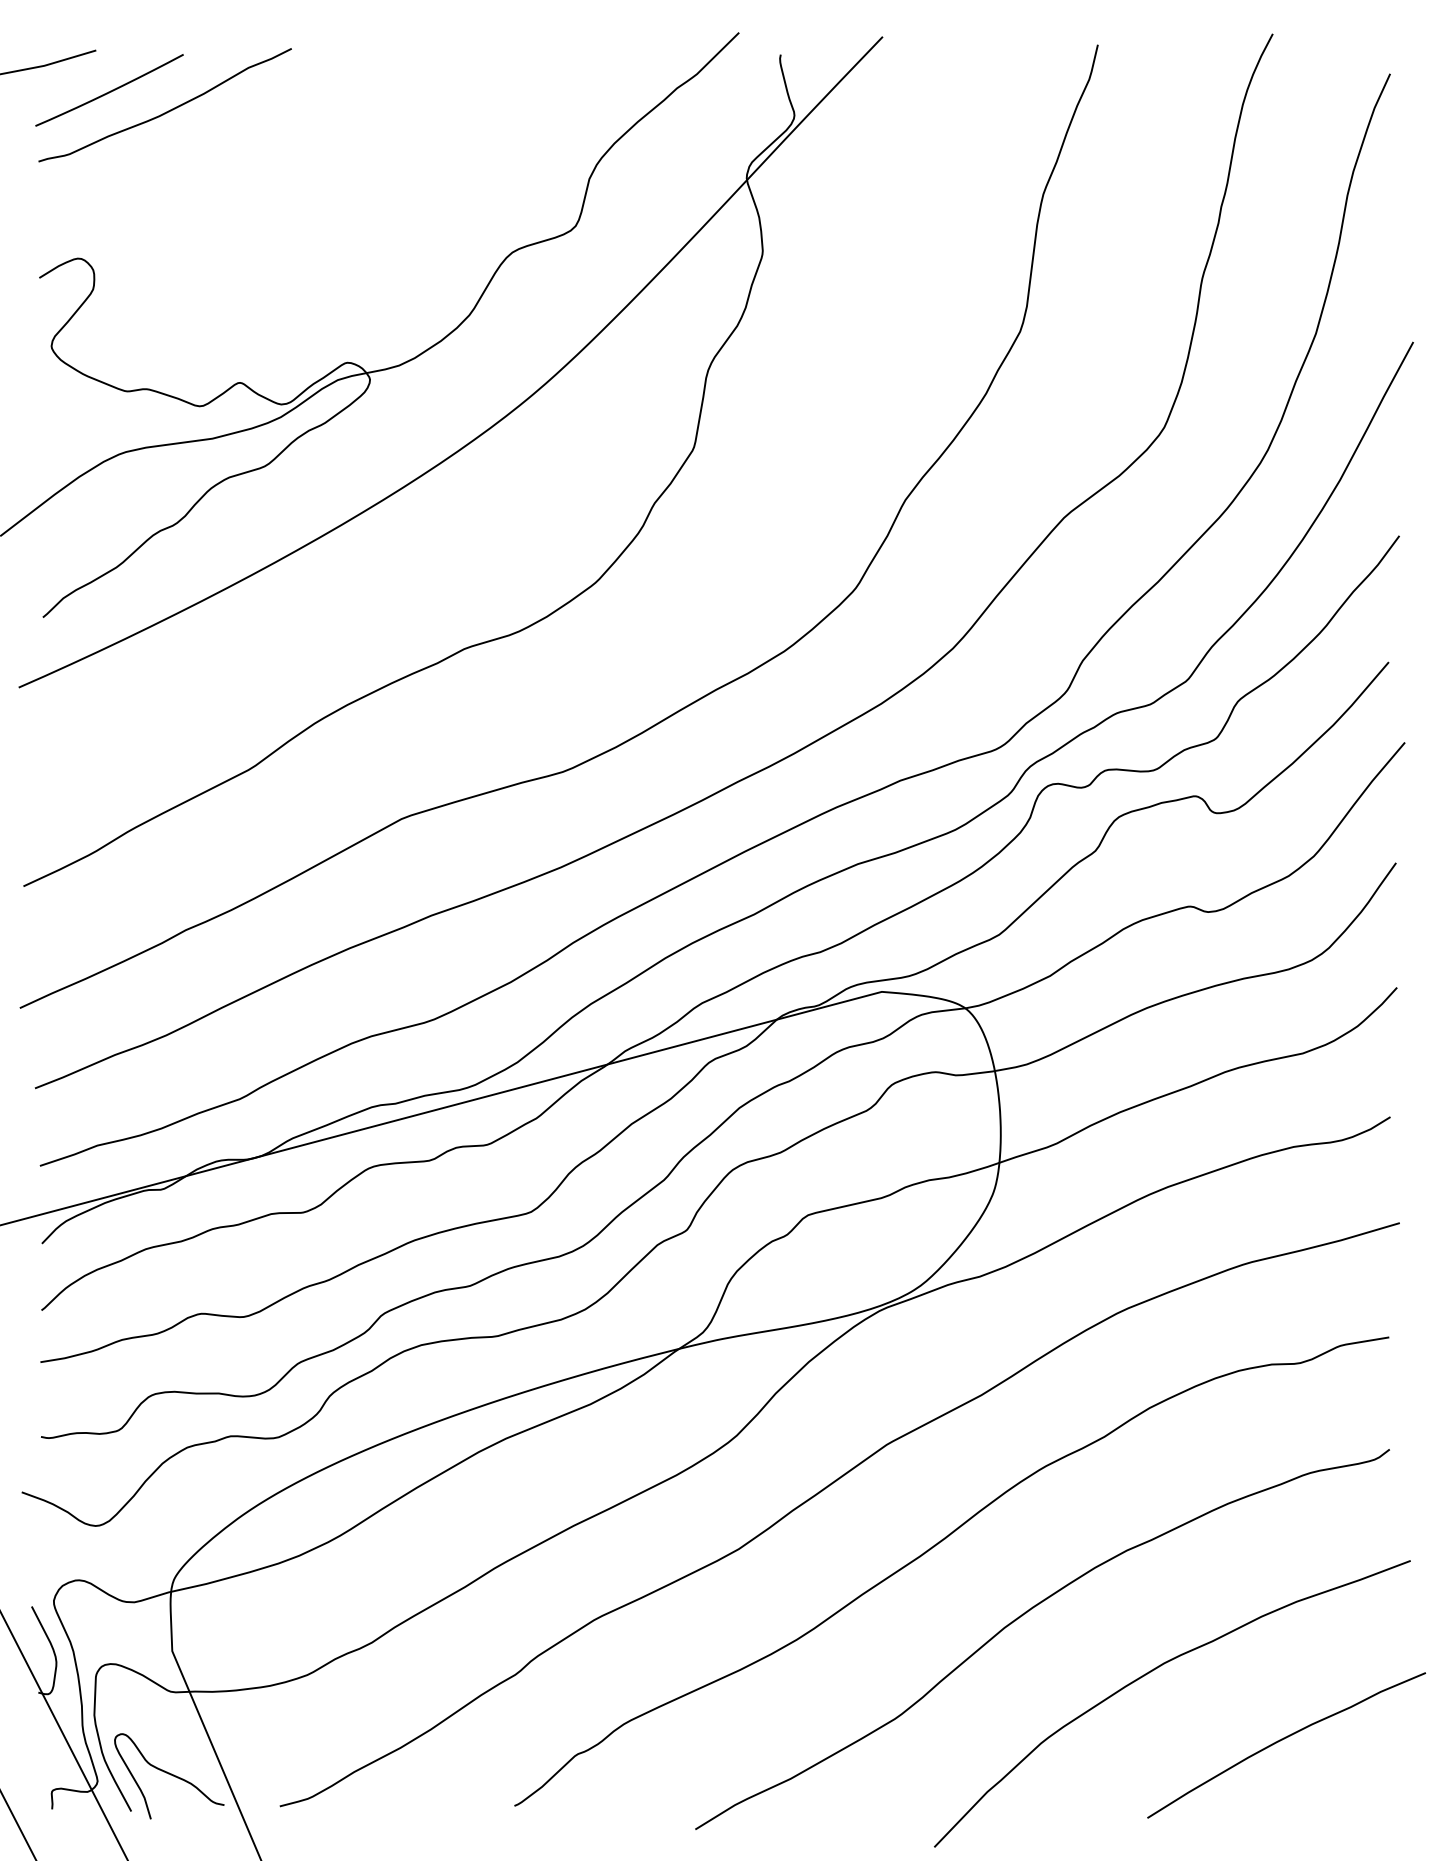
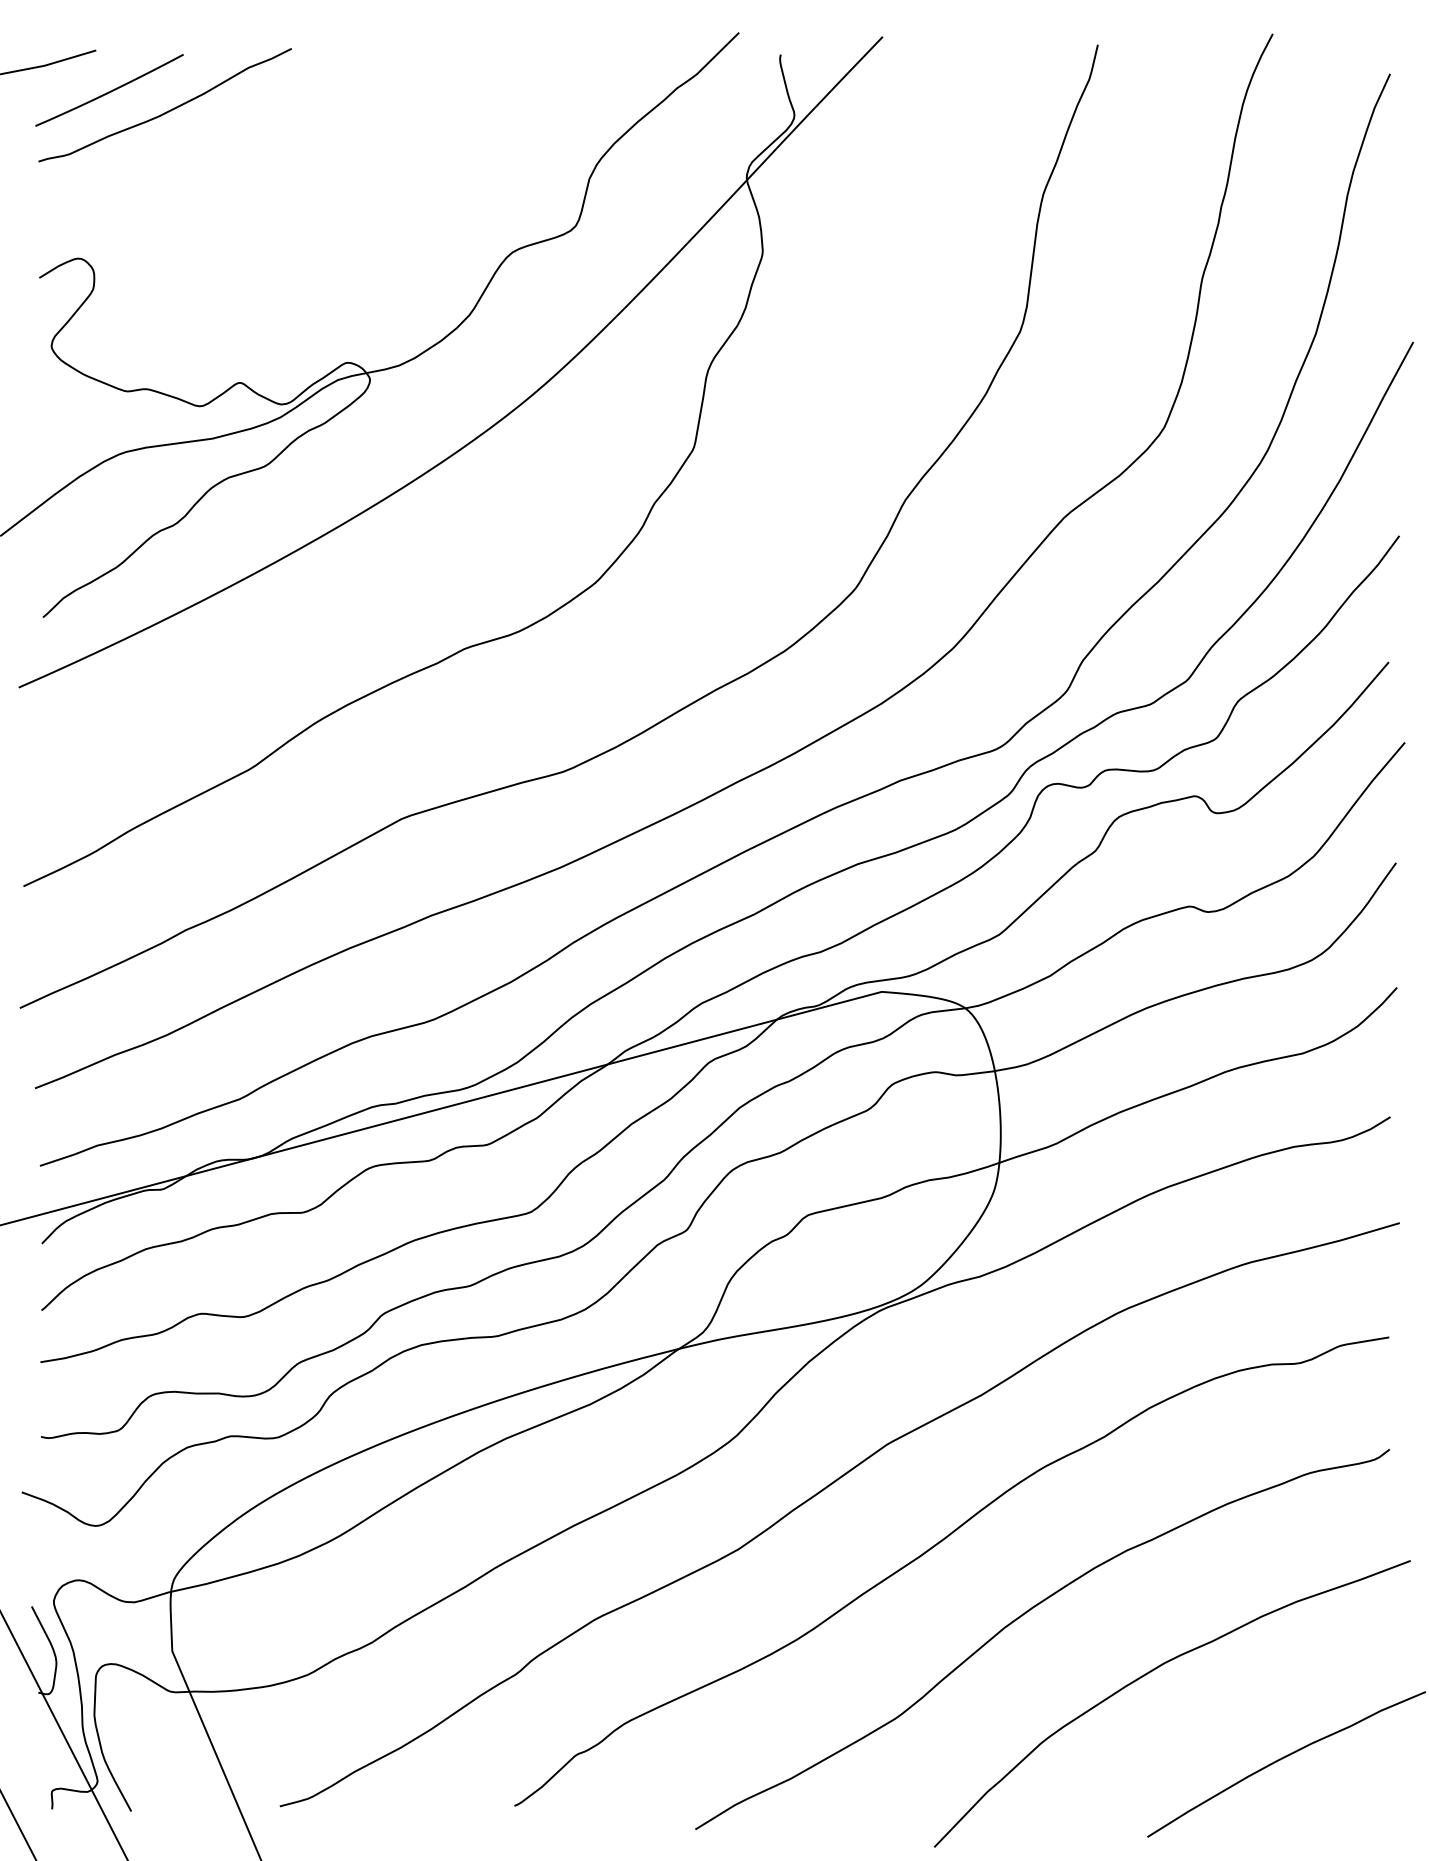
curve at (1284, 1739) position: (1284, 1739) -> (1284, 1758)
curve at (170, 1775): present -> none
